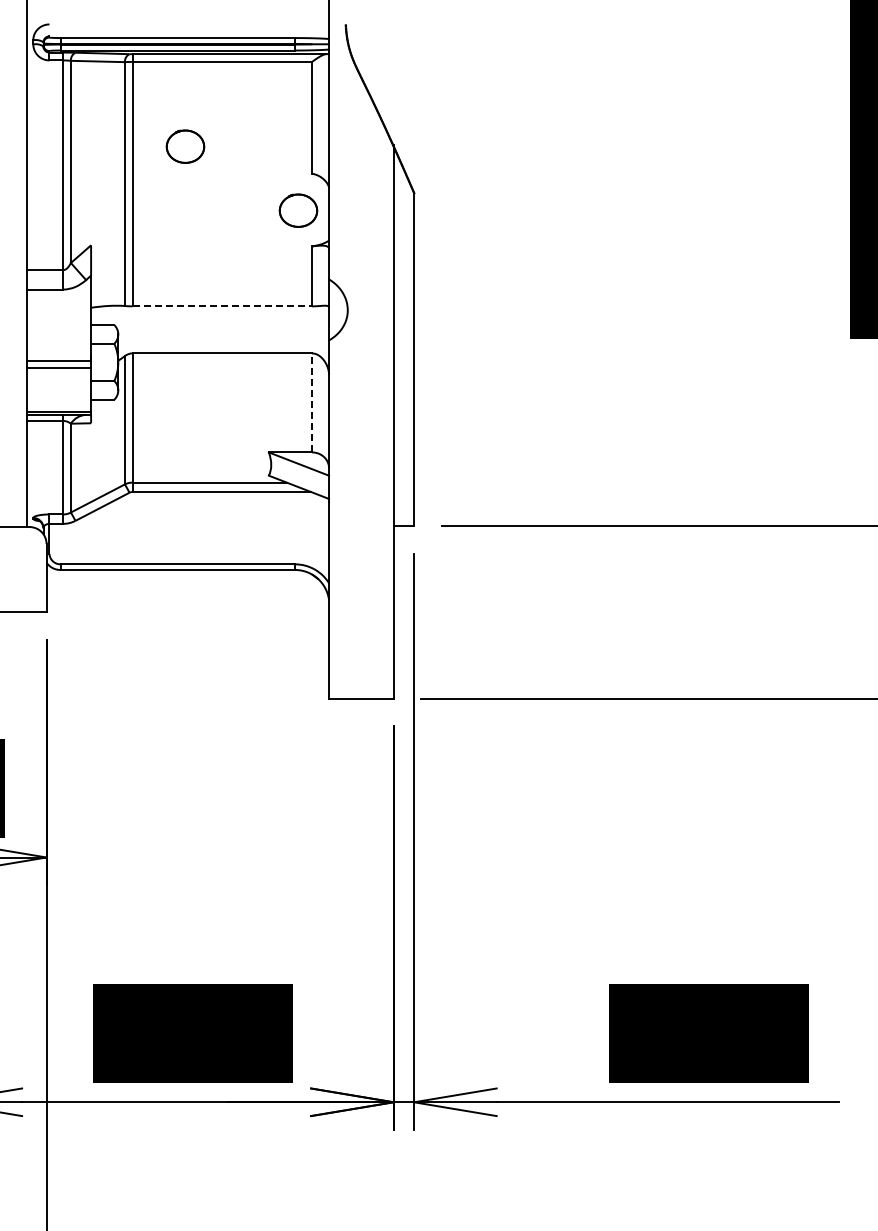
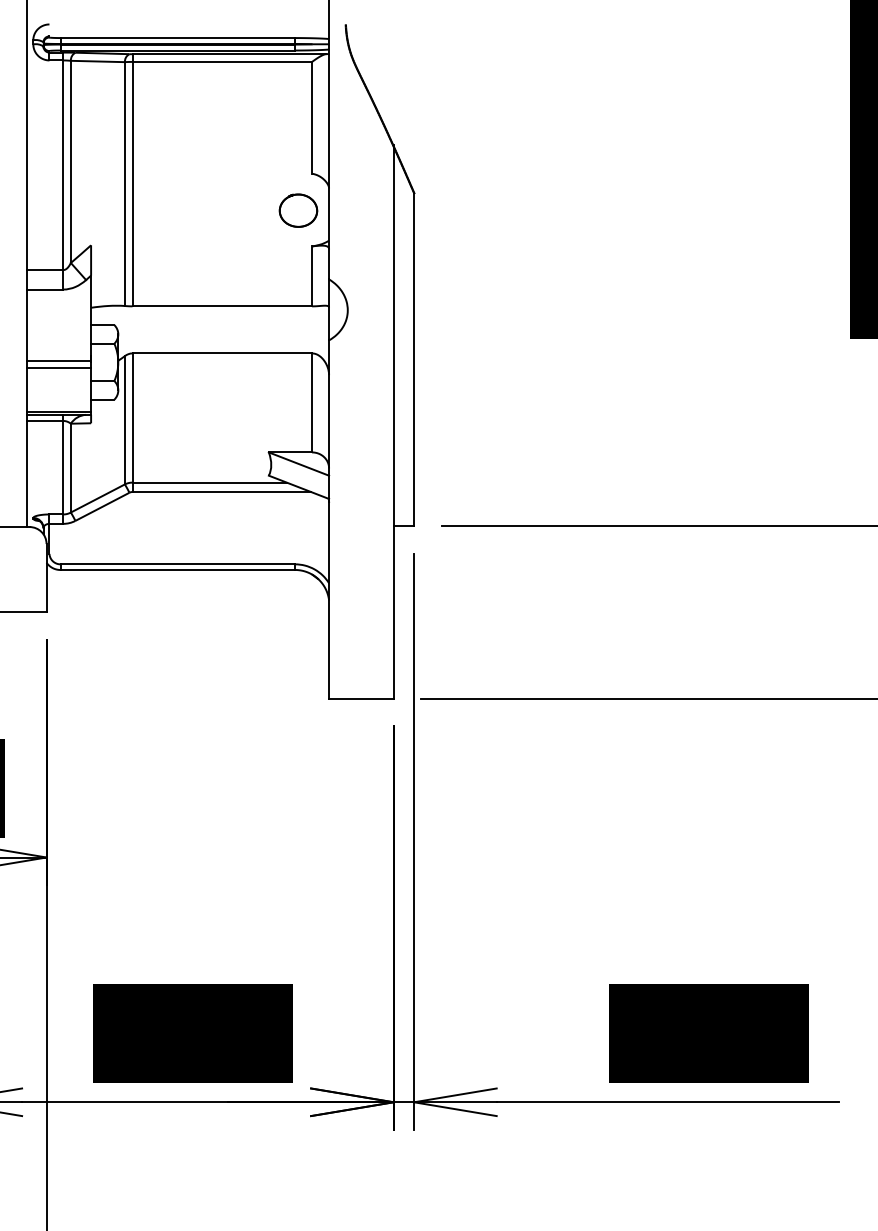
part at (185, 146): present -> none
line at (222, 306): dashed -> solid
line at (312, 402): dashed -> solid
